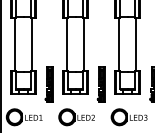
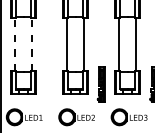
line at (15, 44): solid -> dashed
line at (31, 44): solid -> dashed
part at (48, 84): present -> none
